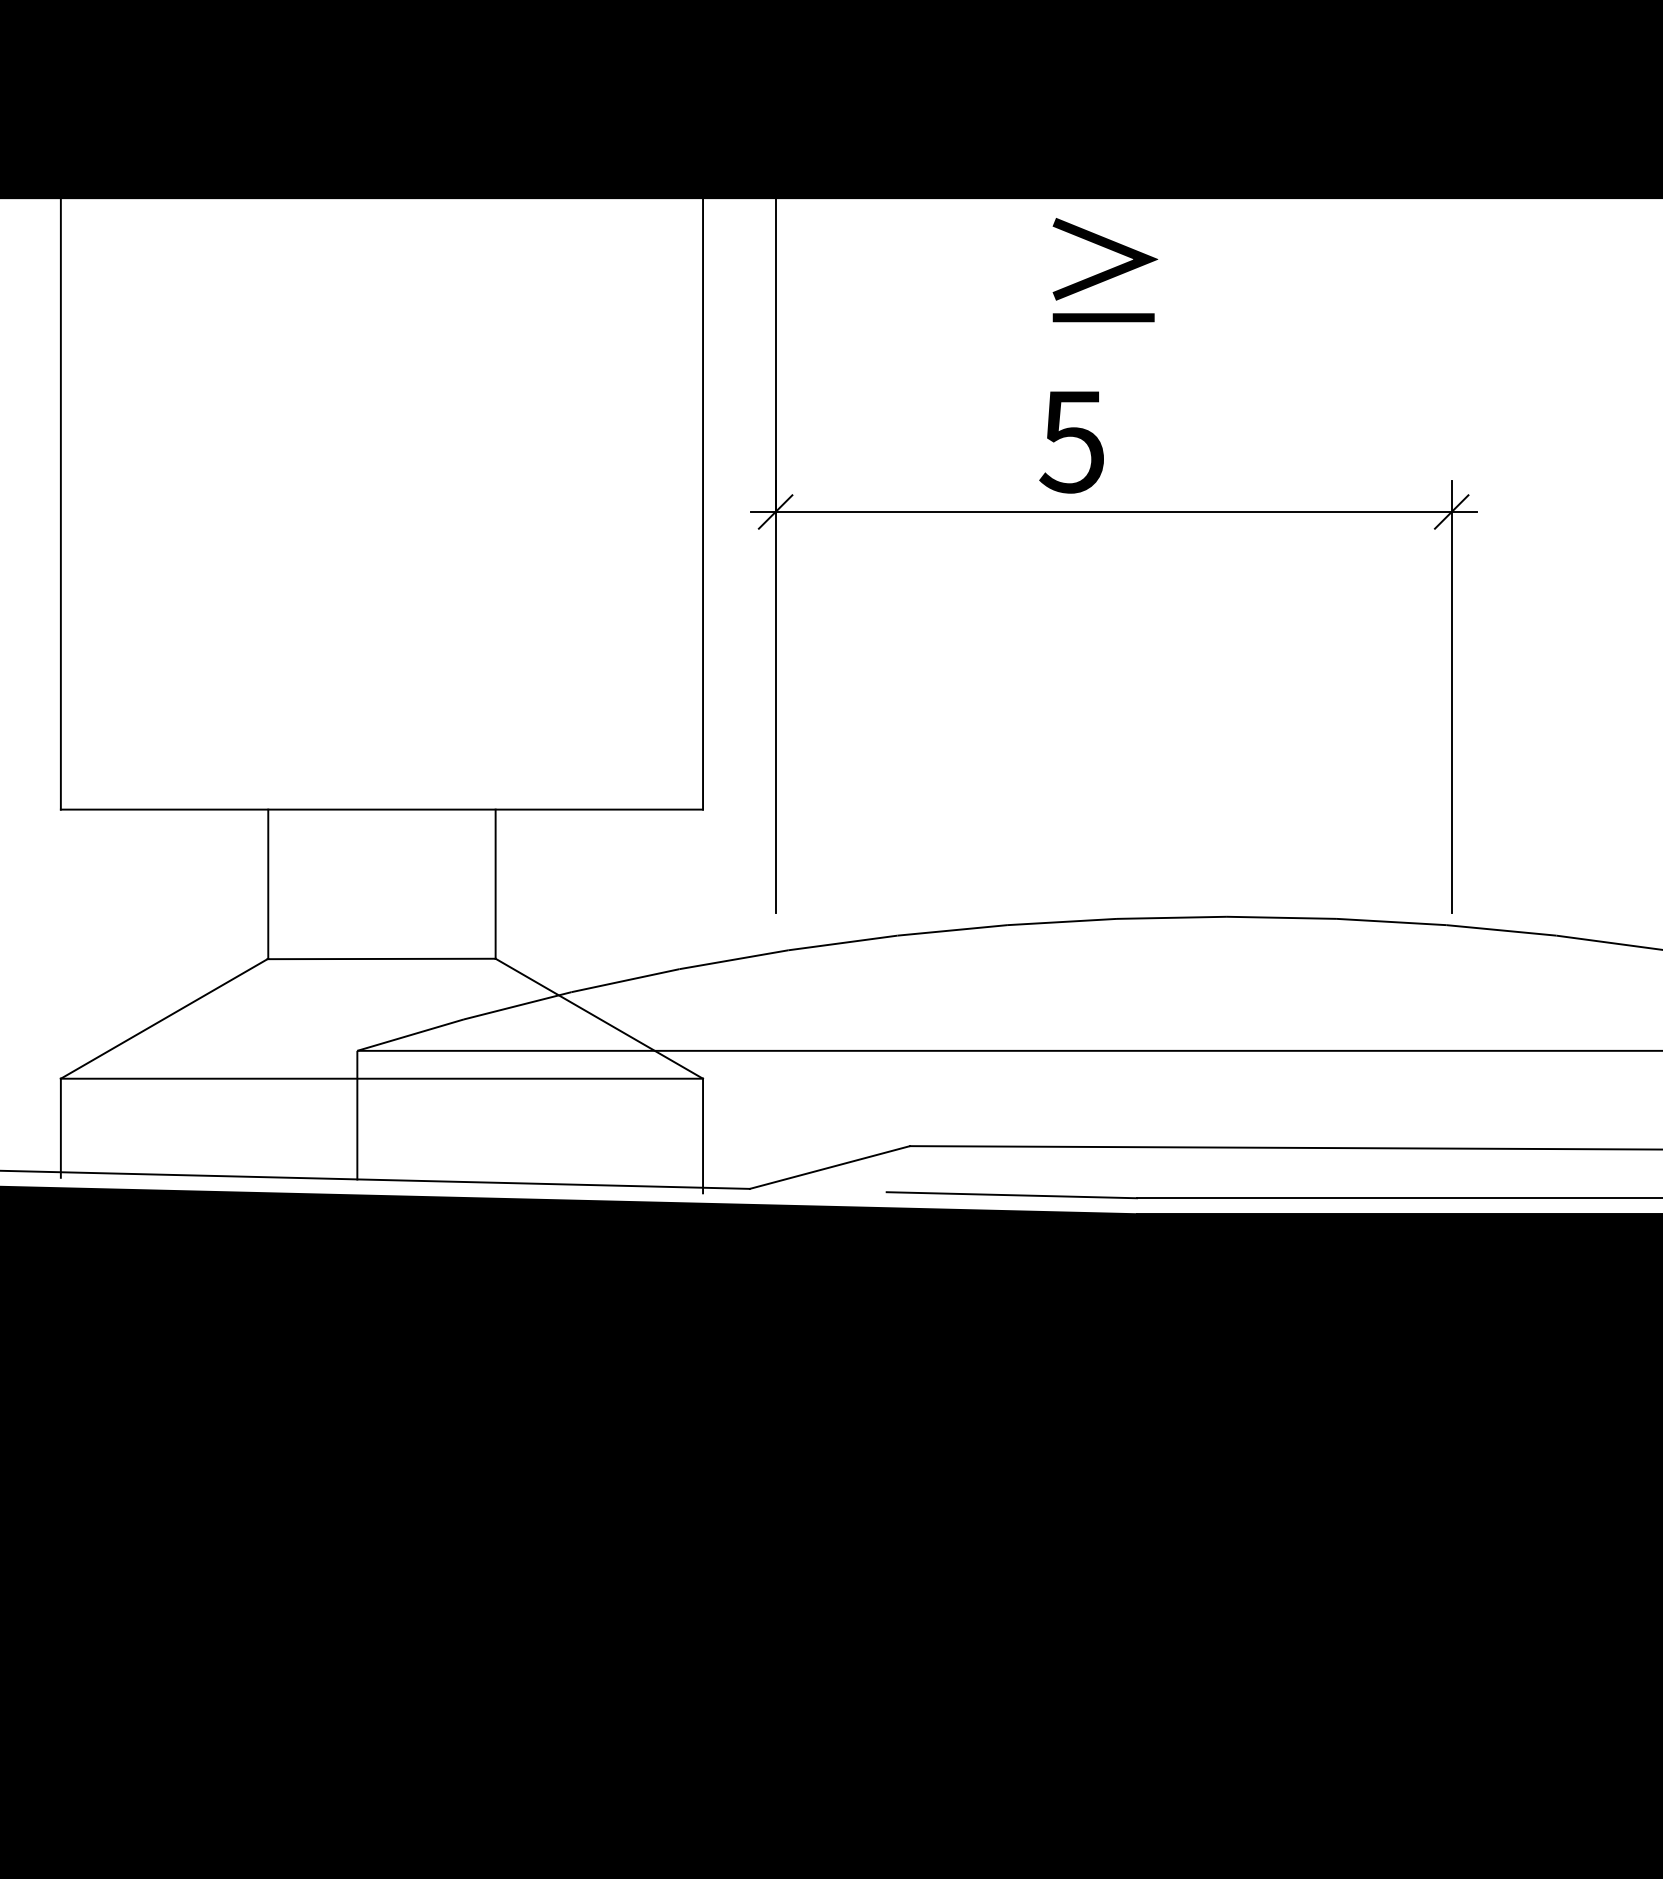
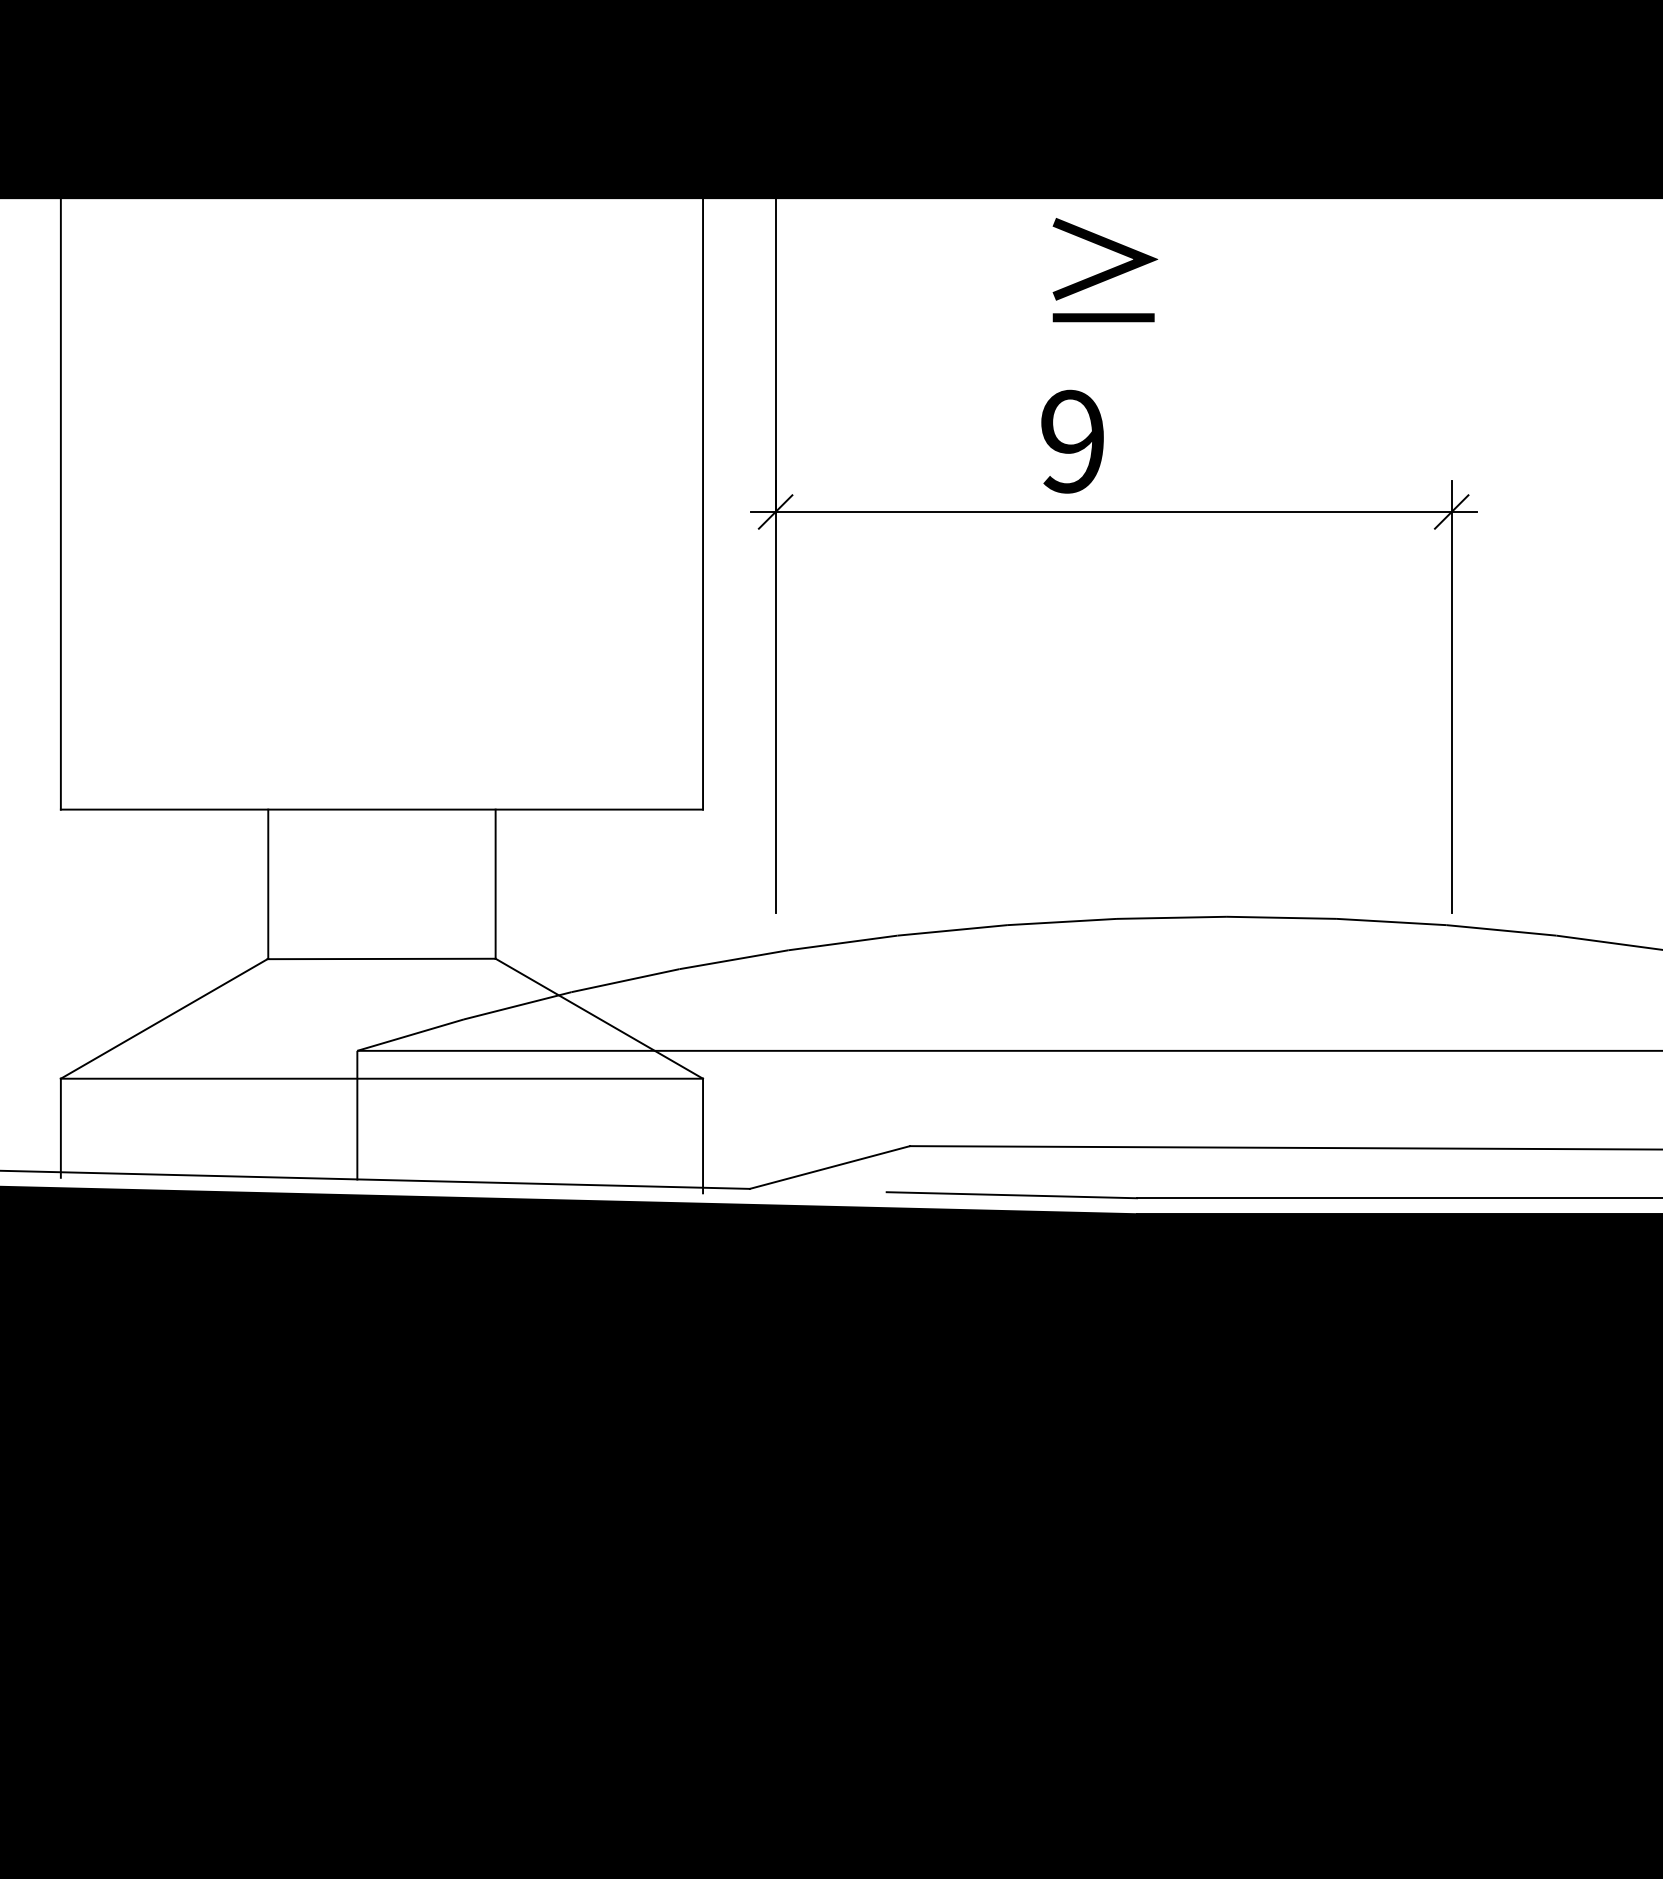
text at (1071, 441): 5 -> 9
